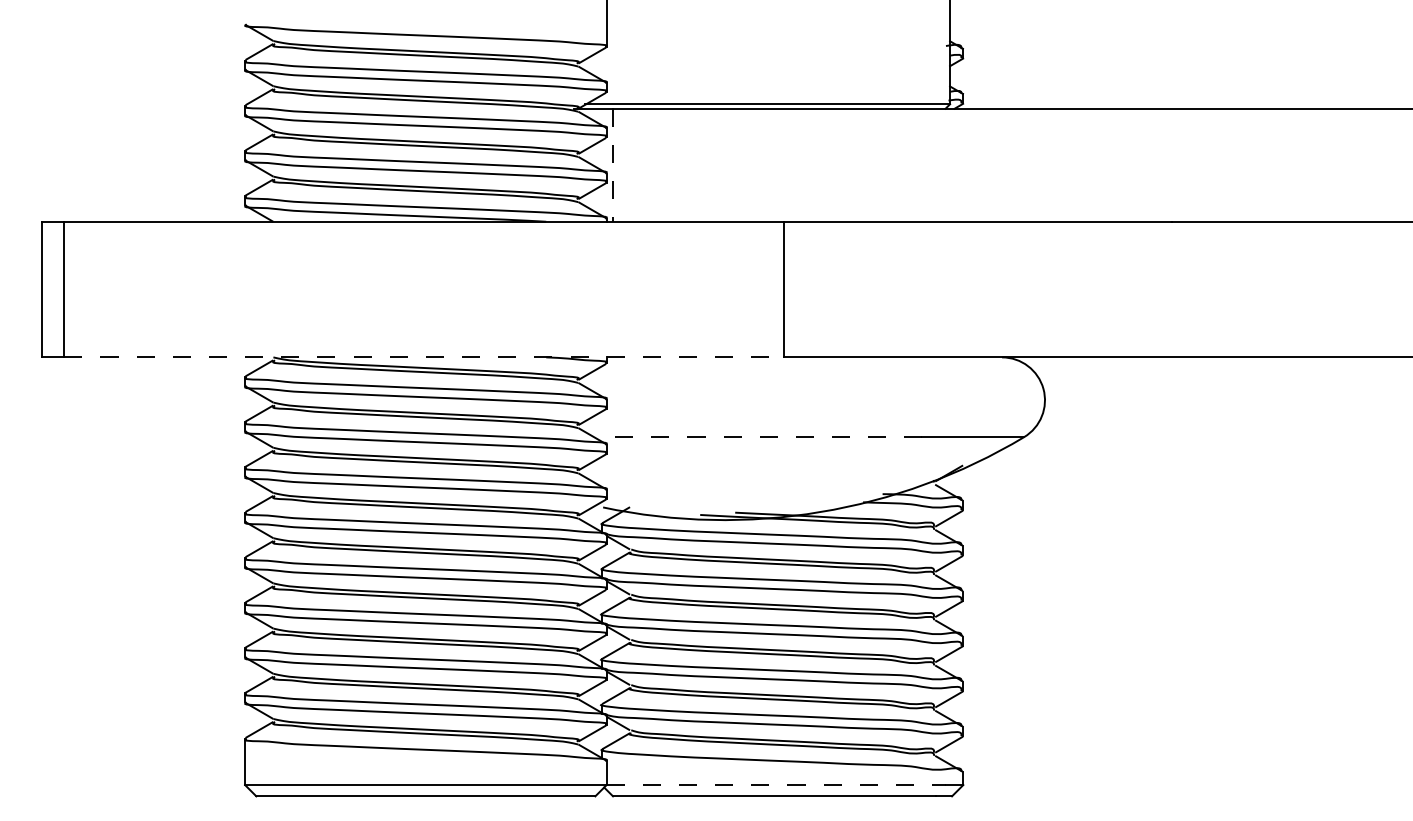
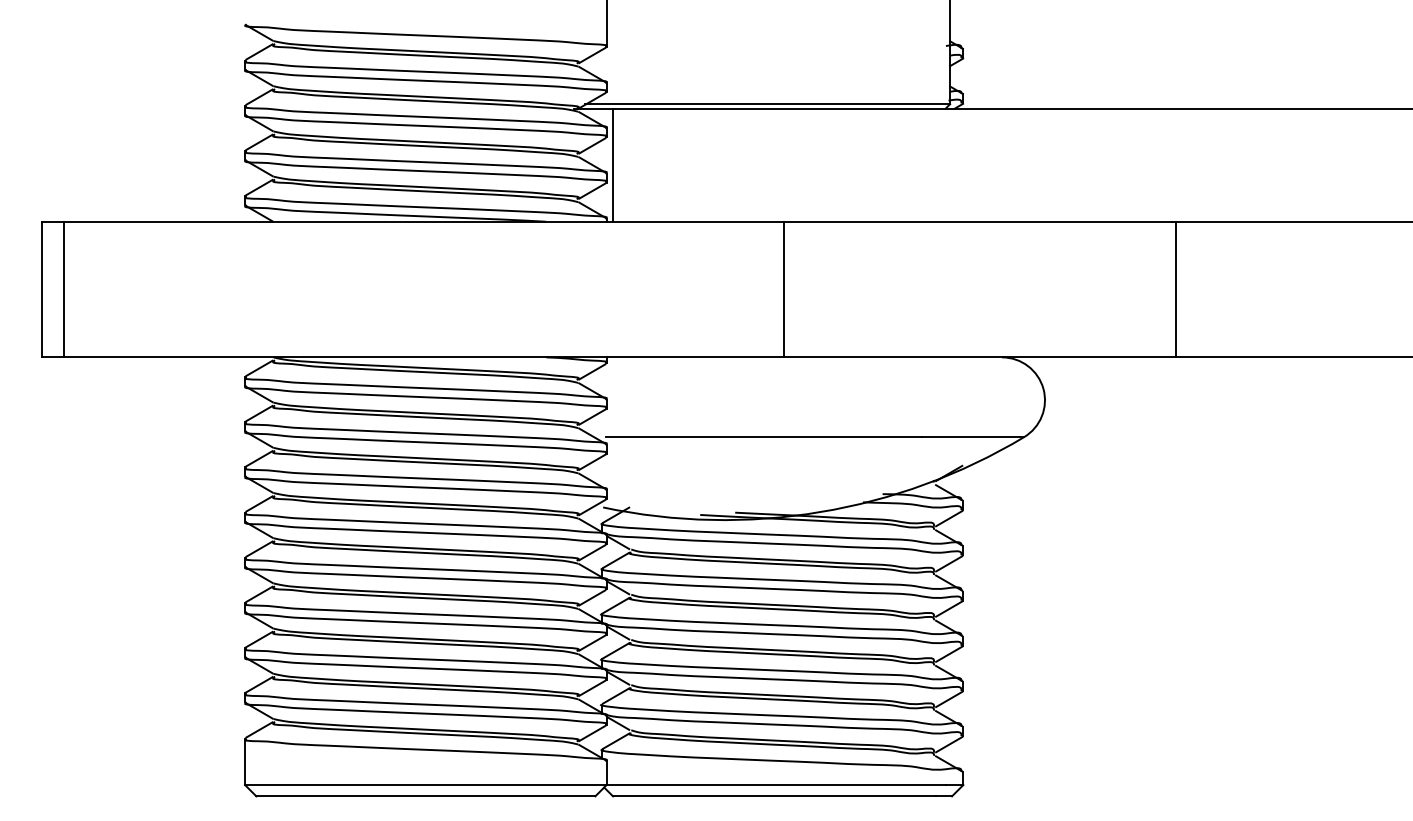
line at (612, 165): dashed -> solid
line at (1176, 289): none -> present
line at (424, 357): dashed -> solid
line at (763, 437): dashed -> solid
line at (776, 785): dashed -> solid
